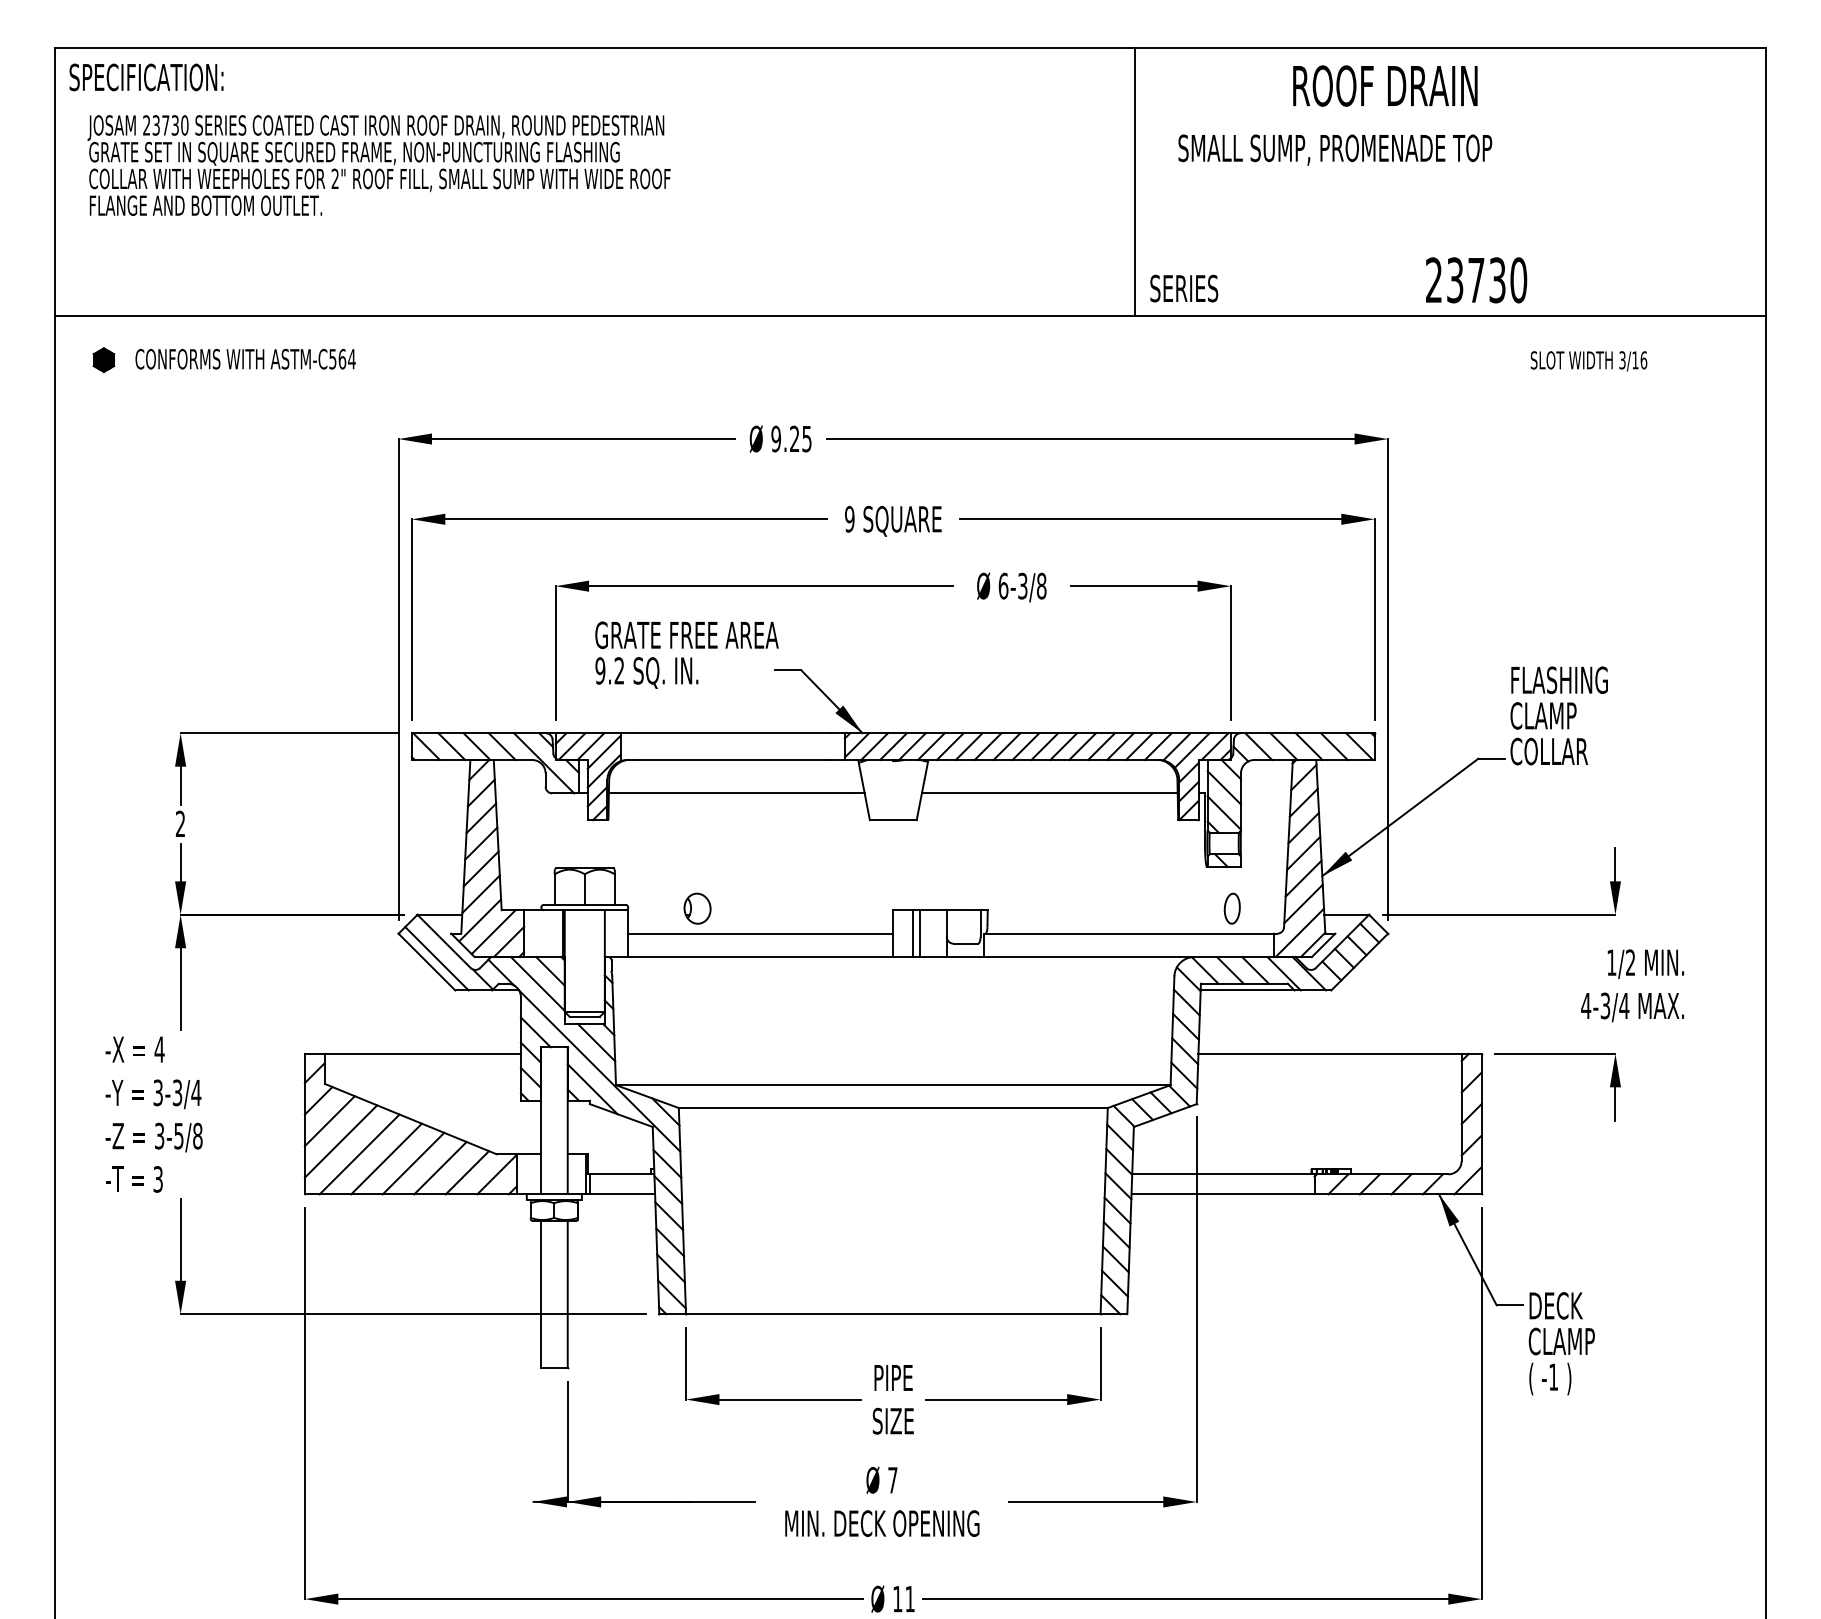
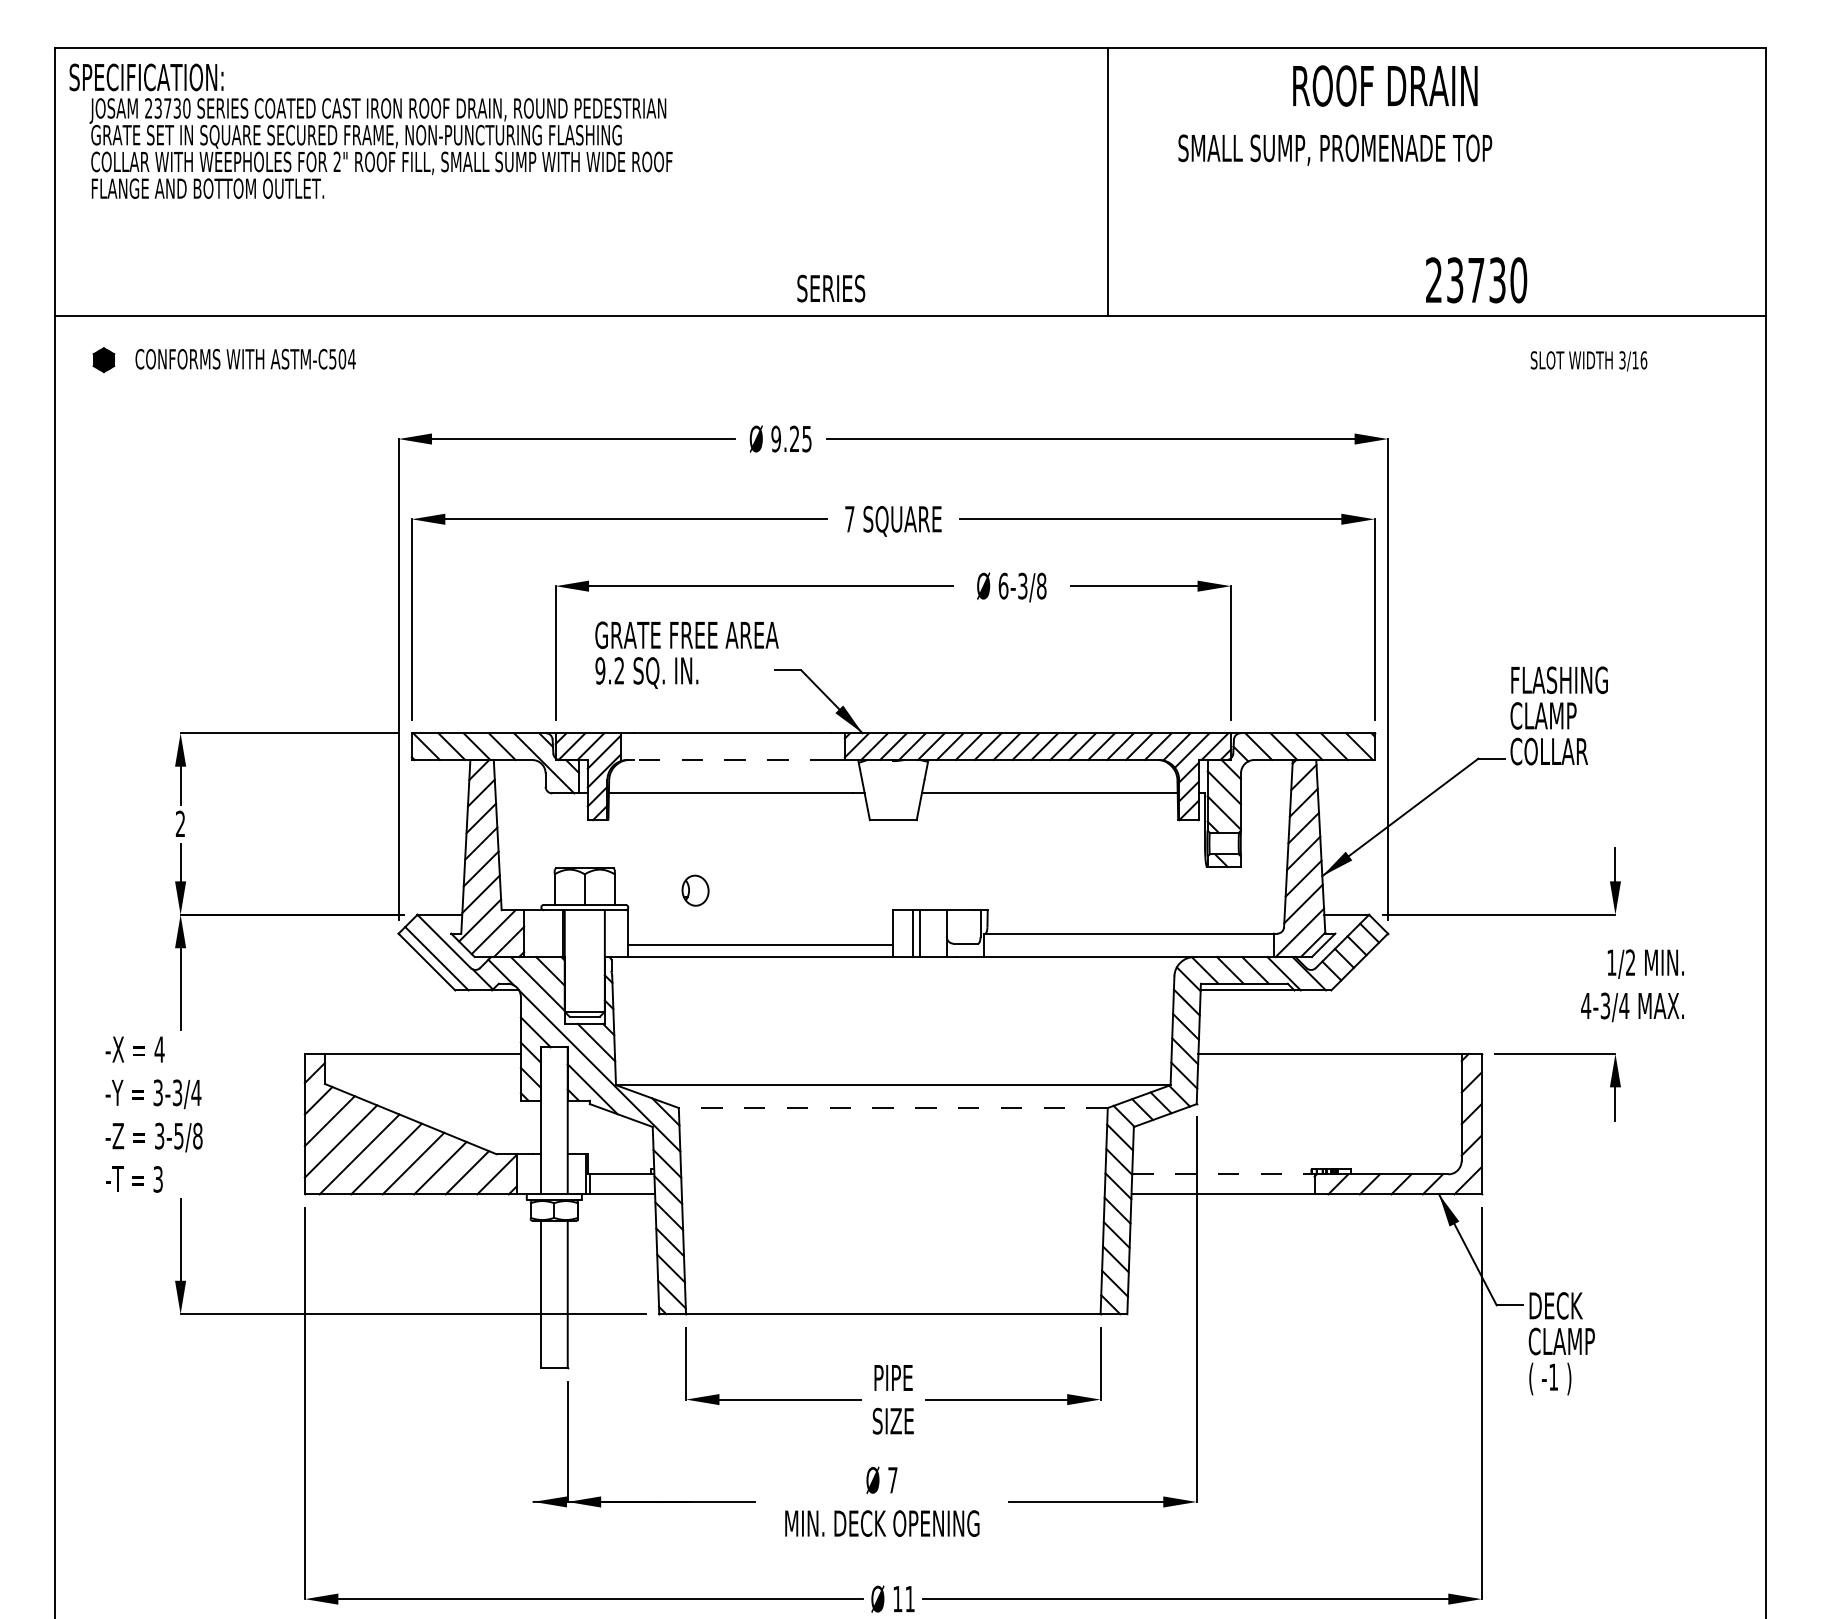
text at (378, 165) position: (378, 165) -> (380, 148)
line at (1134, 181) position: (1134, 181) -> (1107, 181)
text at (1184, 288) position: (1184, 288) -> (831, 288)
text at (342, 358): ASTM-C564 -> ASTM-C504
text at (849, 518): 9 -> 7
line at (732, 760): solid -> dashed
part at (697, 908) position: (697, 908) -> (695, 890)
part at (1231, 908): present -> none
line at (760, 933) position: (760, 933) -> (760, 944)
line at (892, 1108): solid -> dashed
line at (1223, 1174): solid -> dashed
